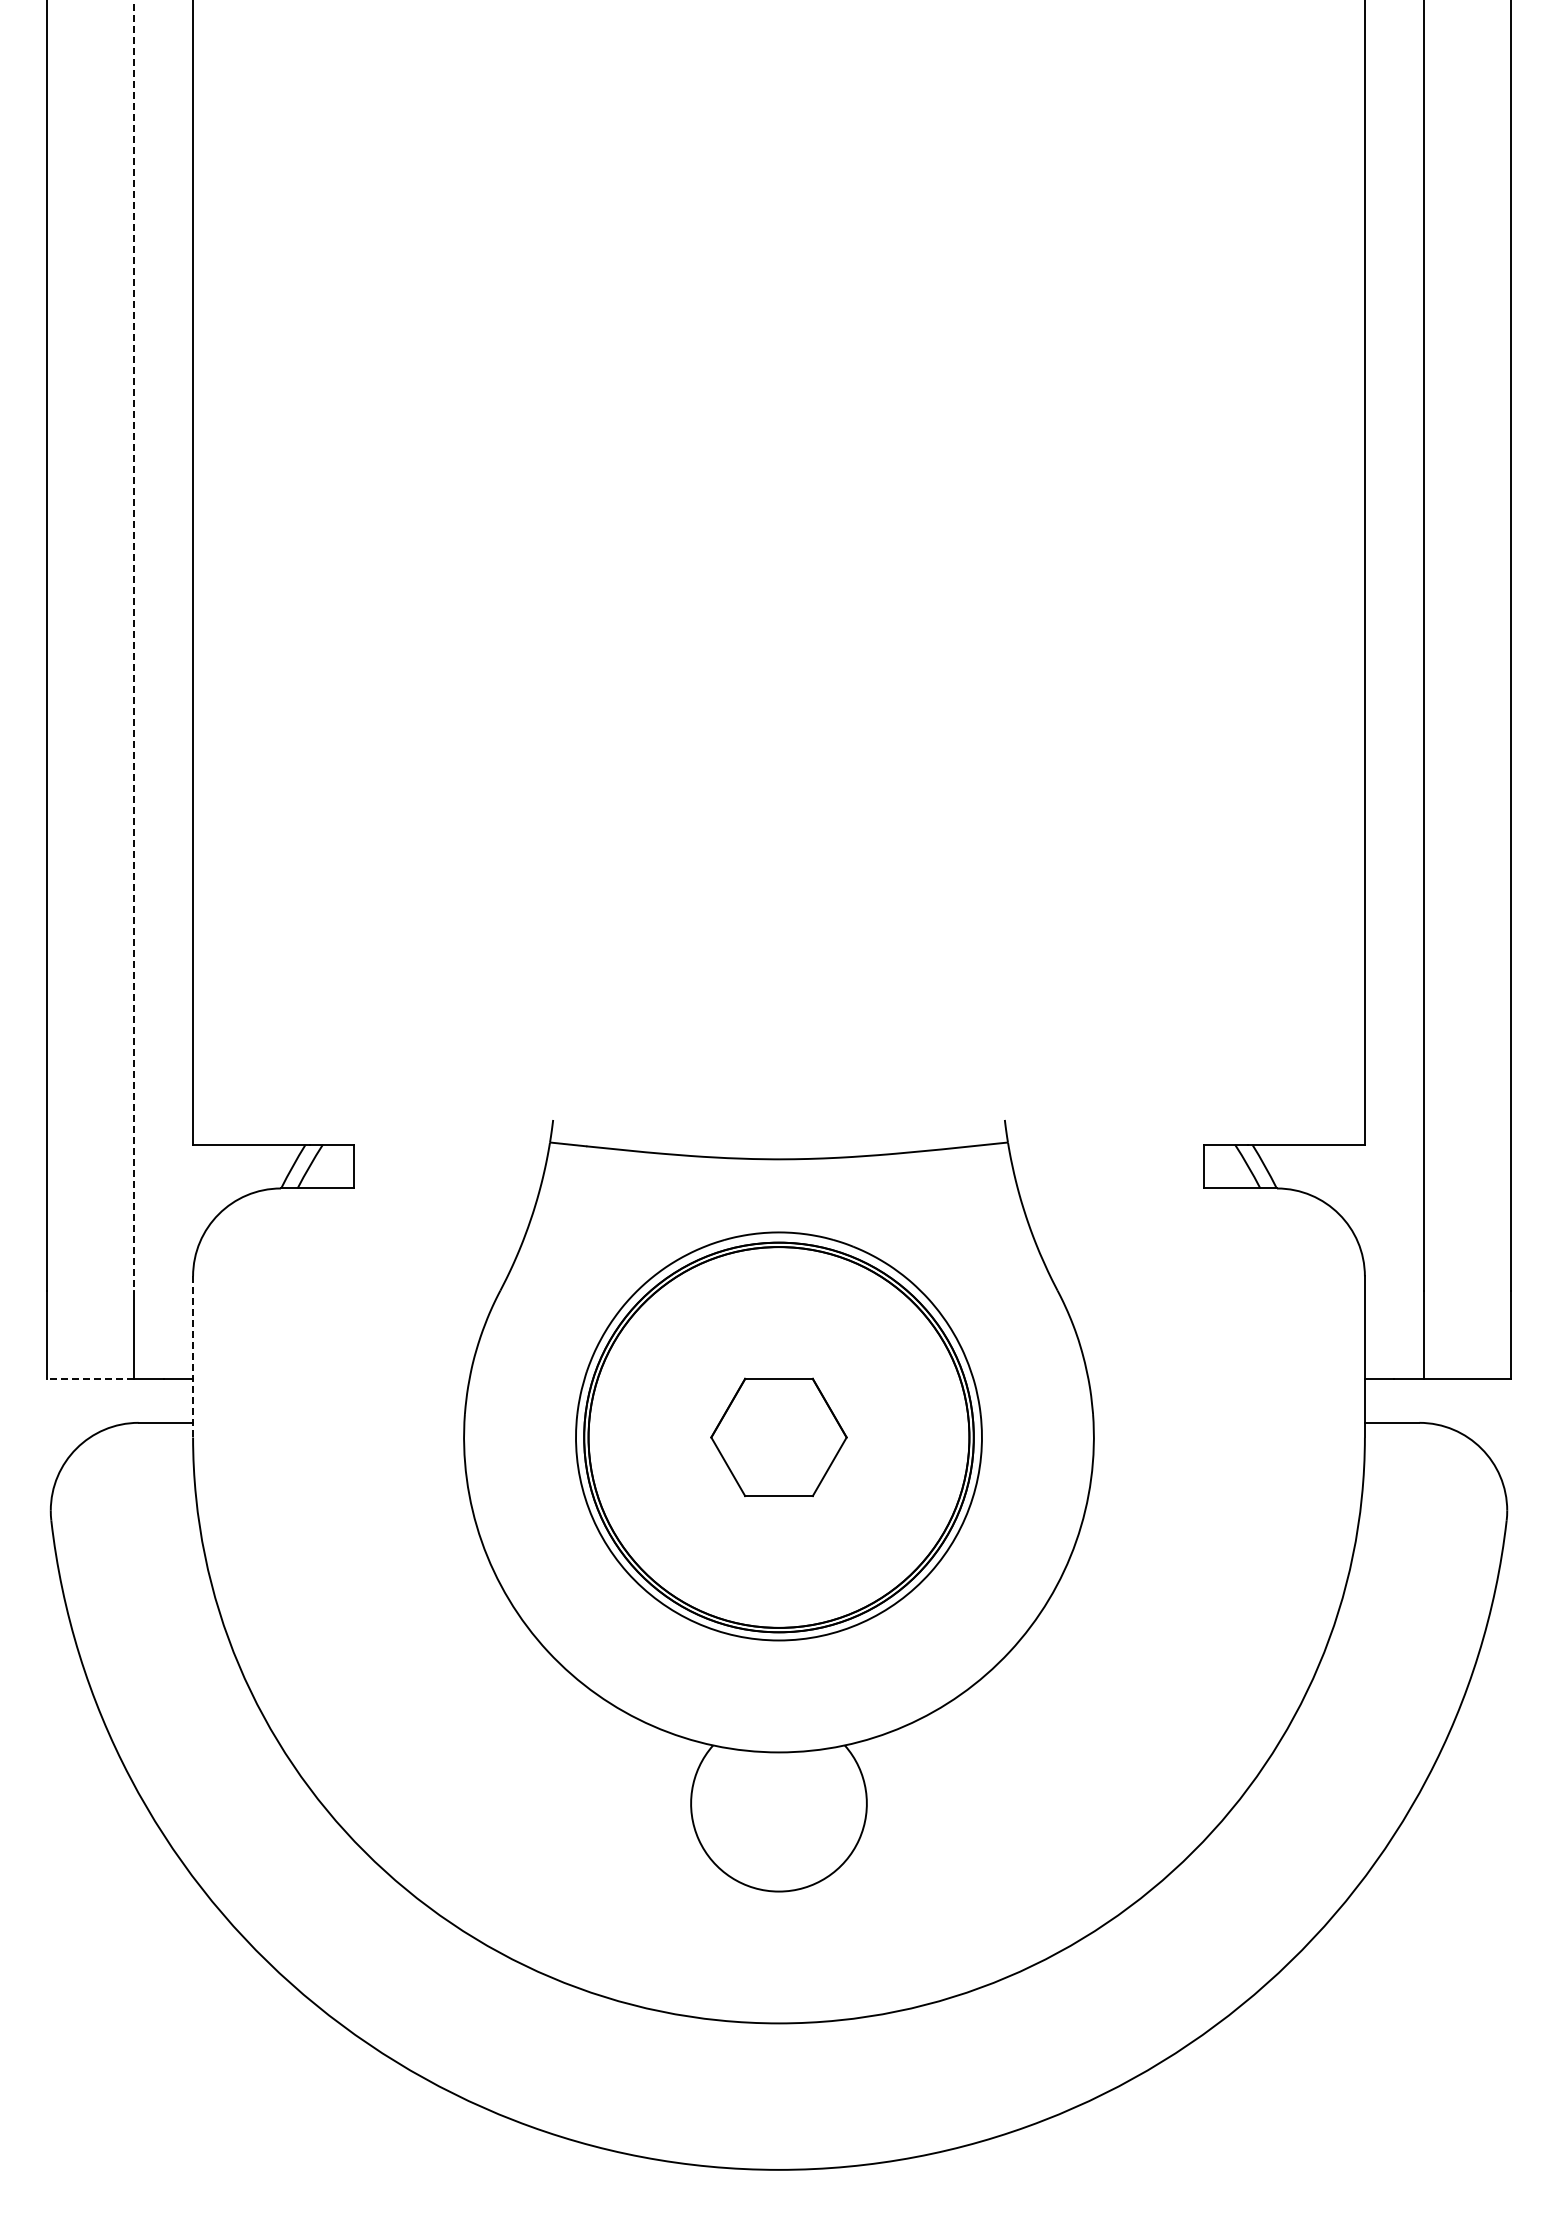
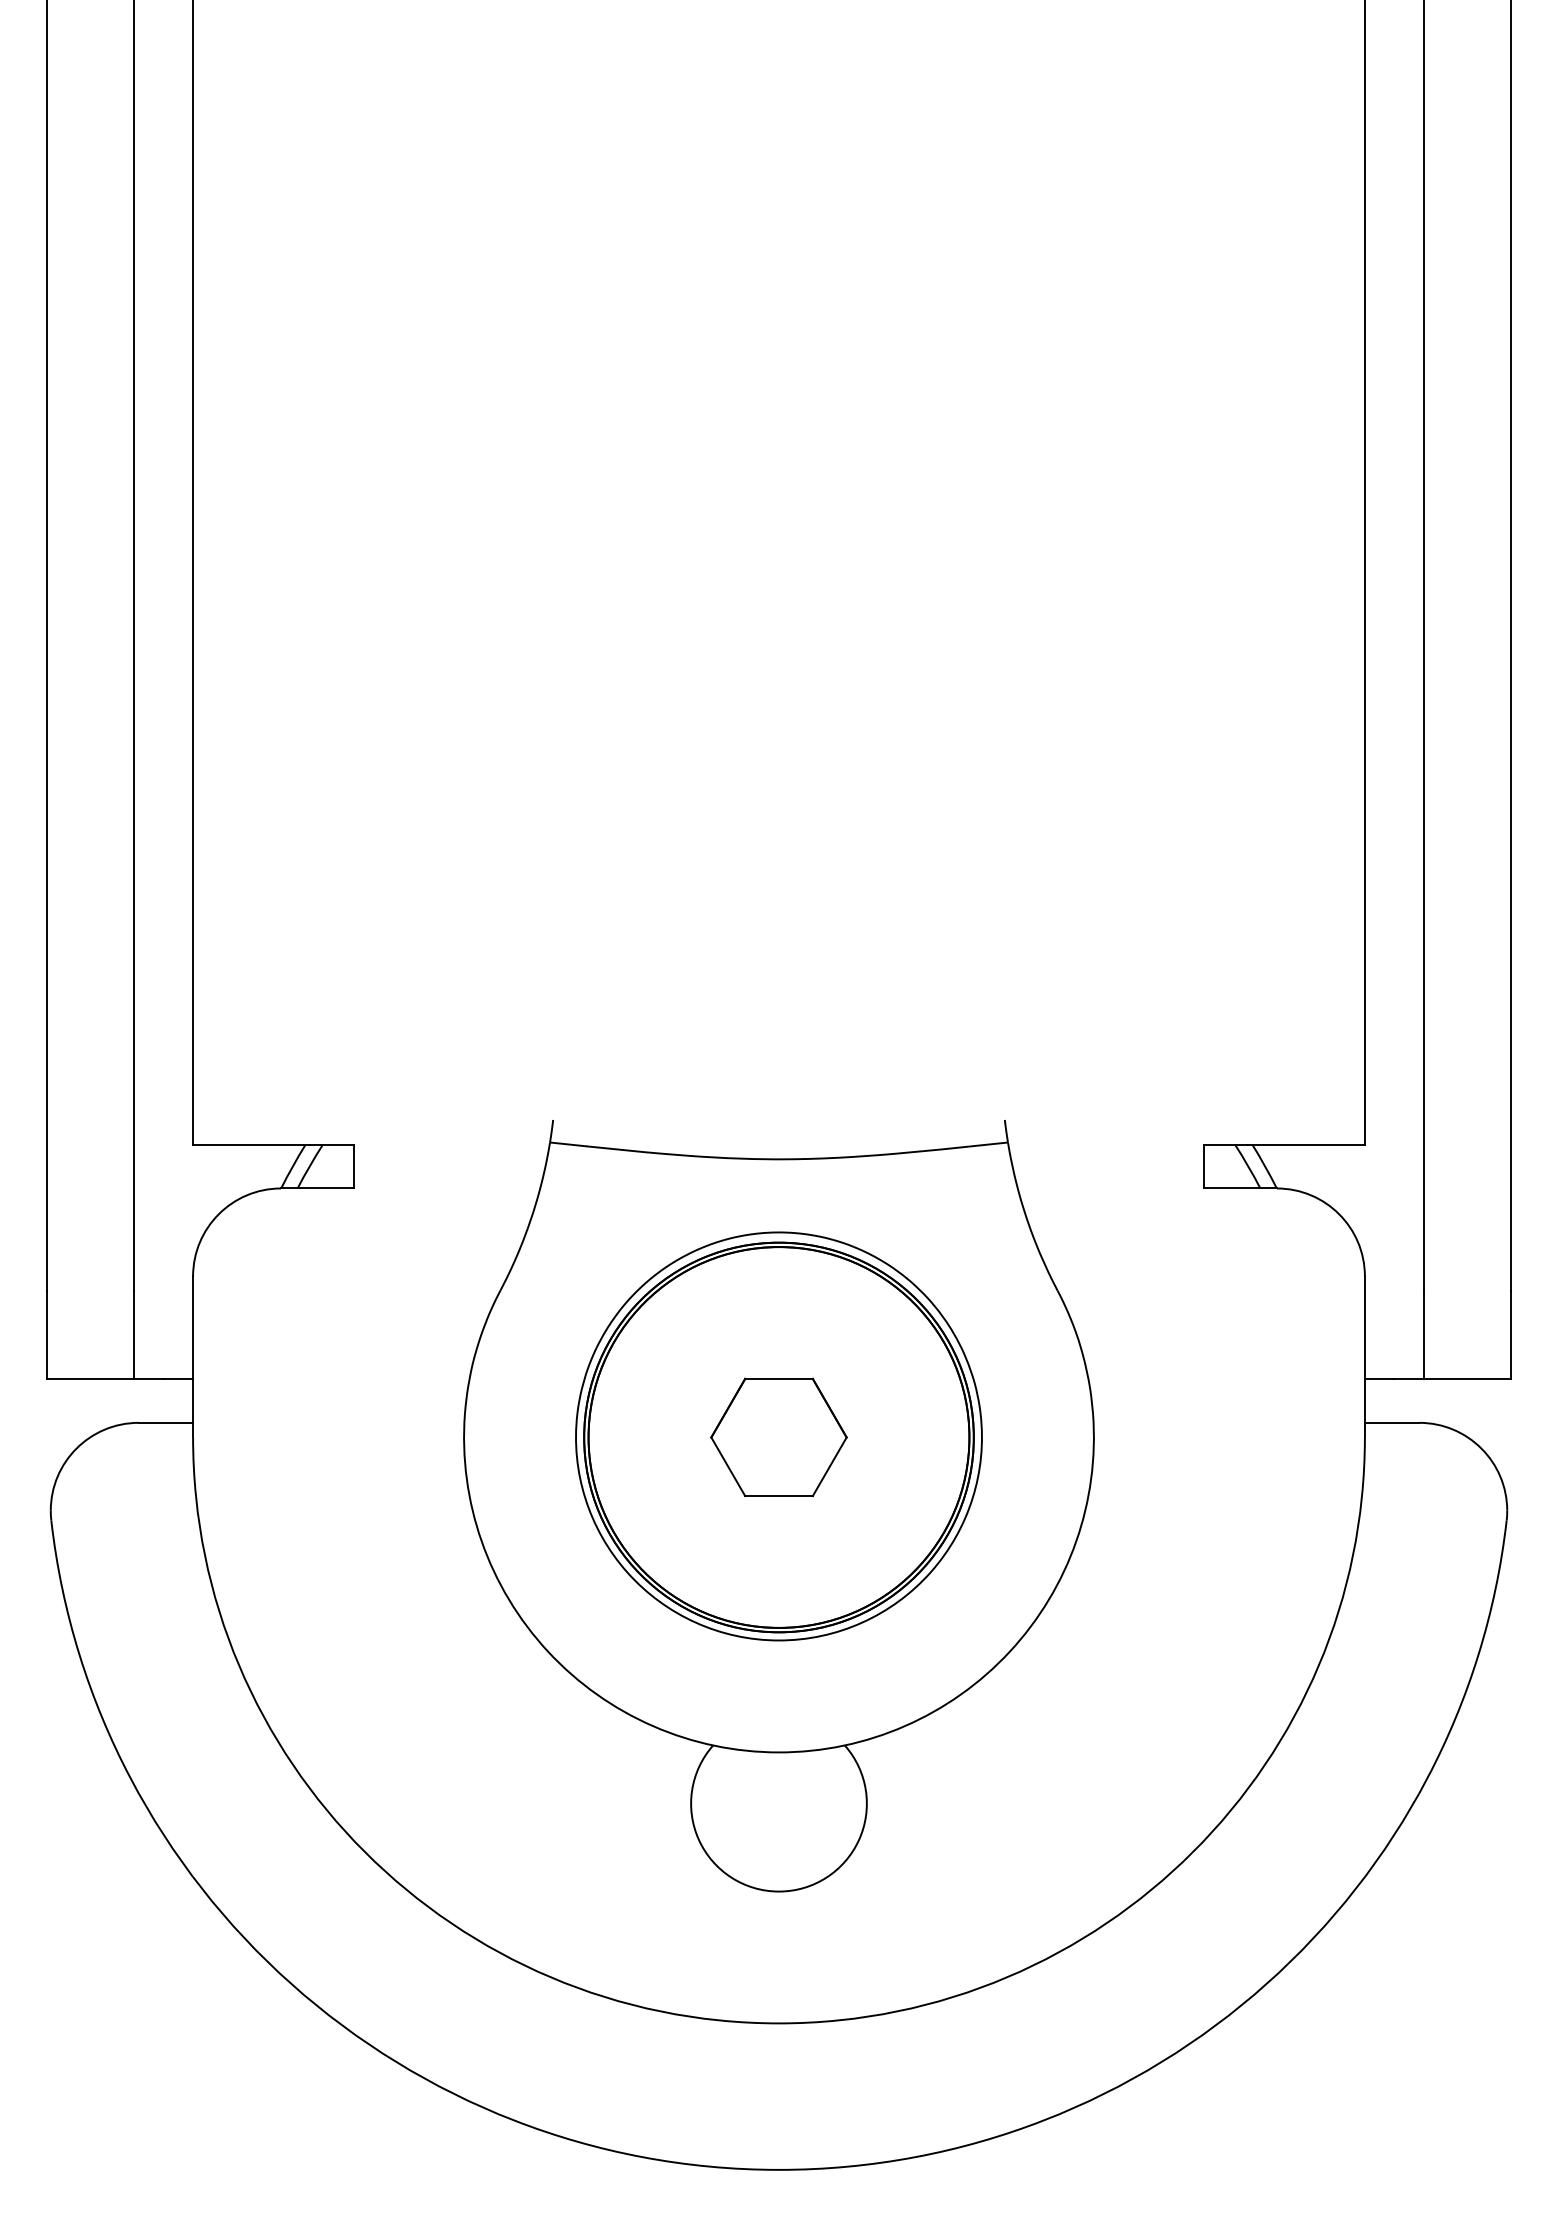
line at (134, 646): dashed -> solid
line at (193, 1356): dashed -> solid
line at (90, 1378): dashed -> solid
